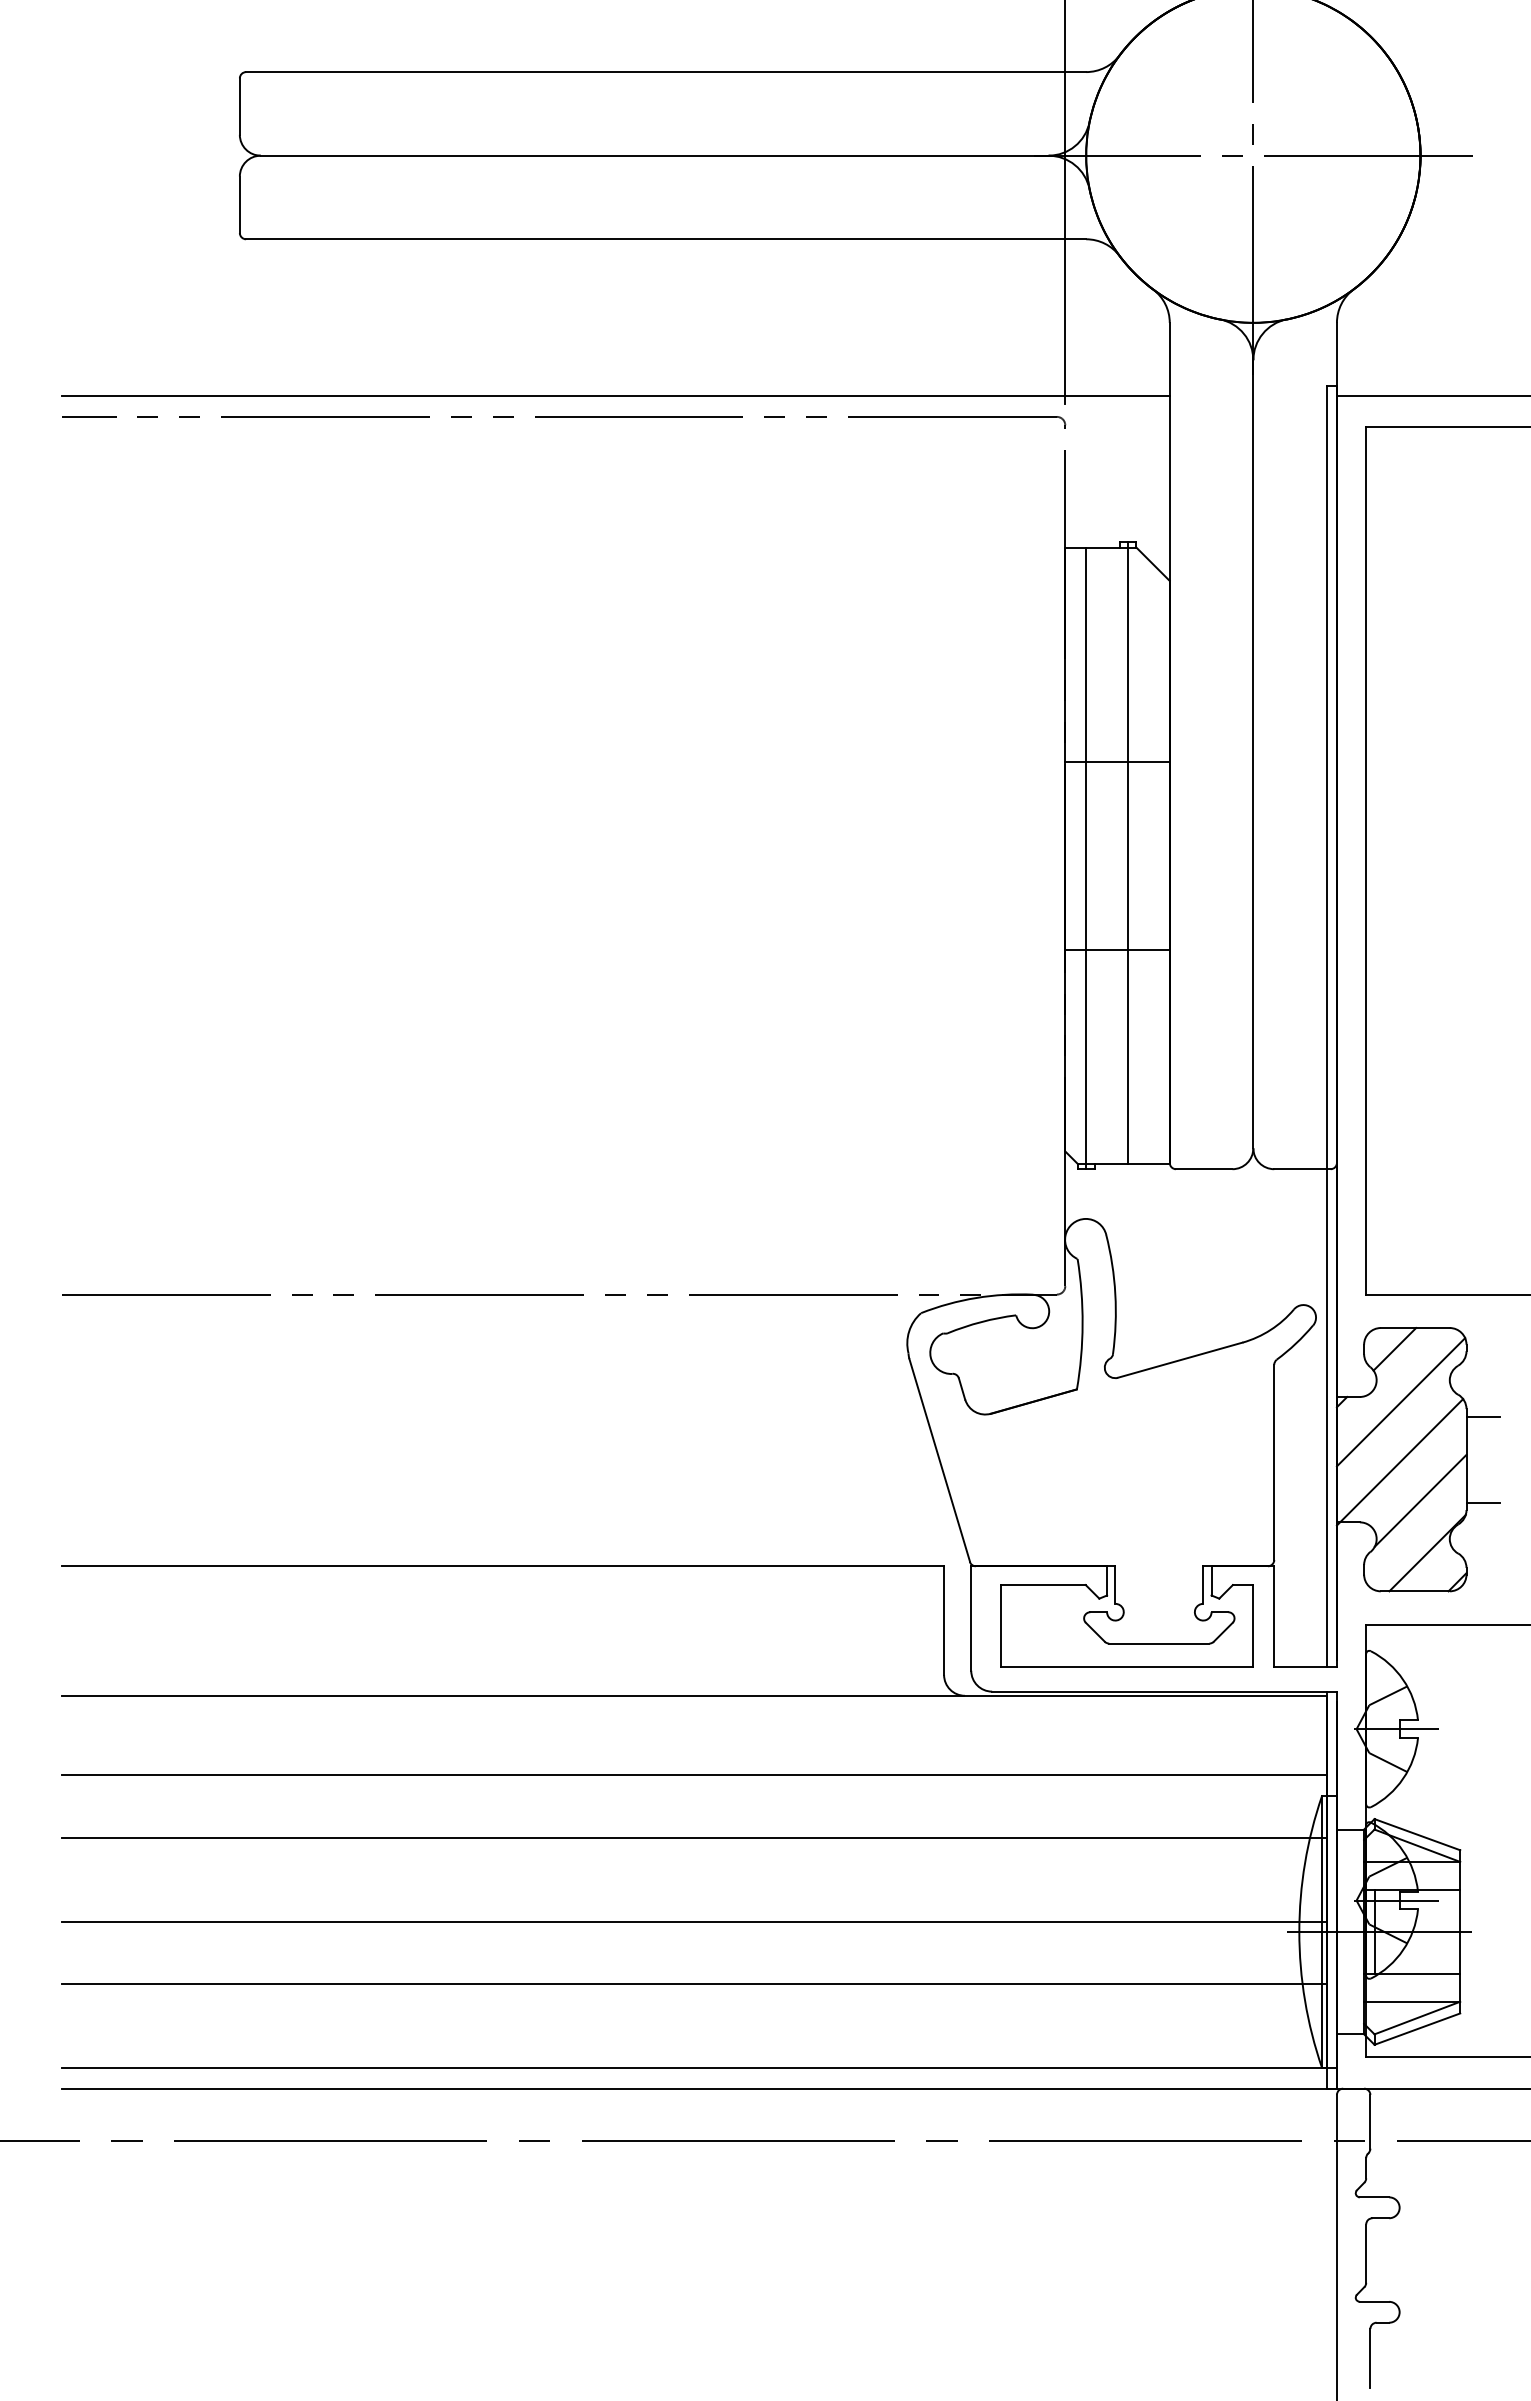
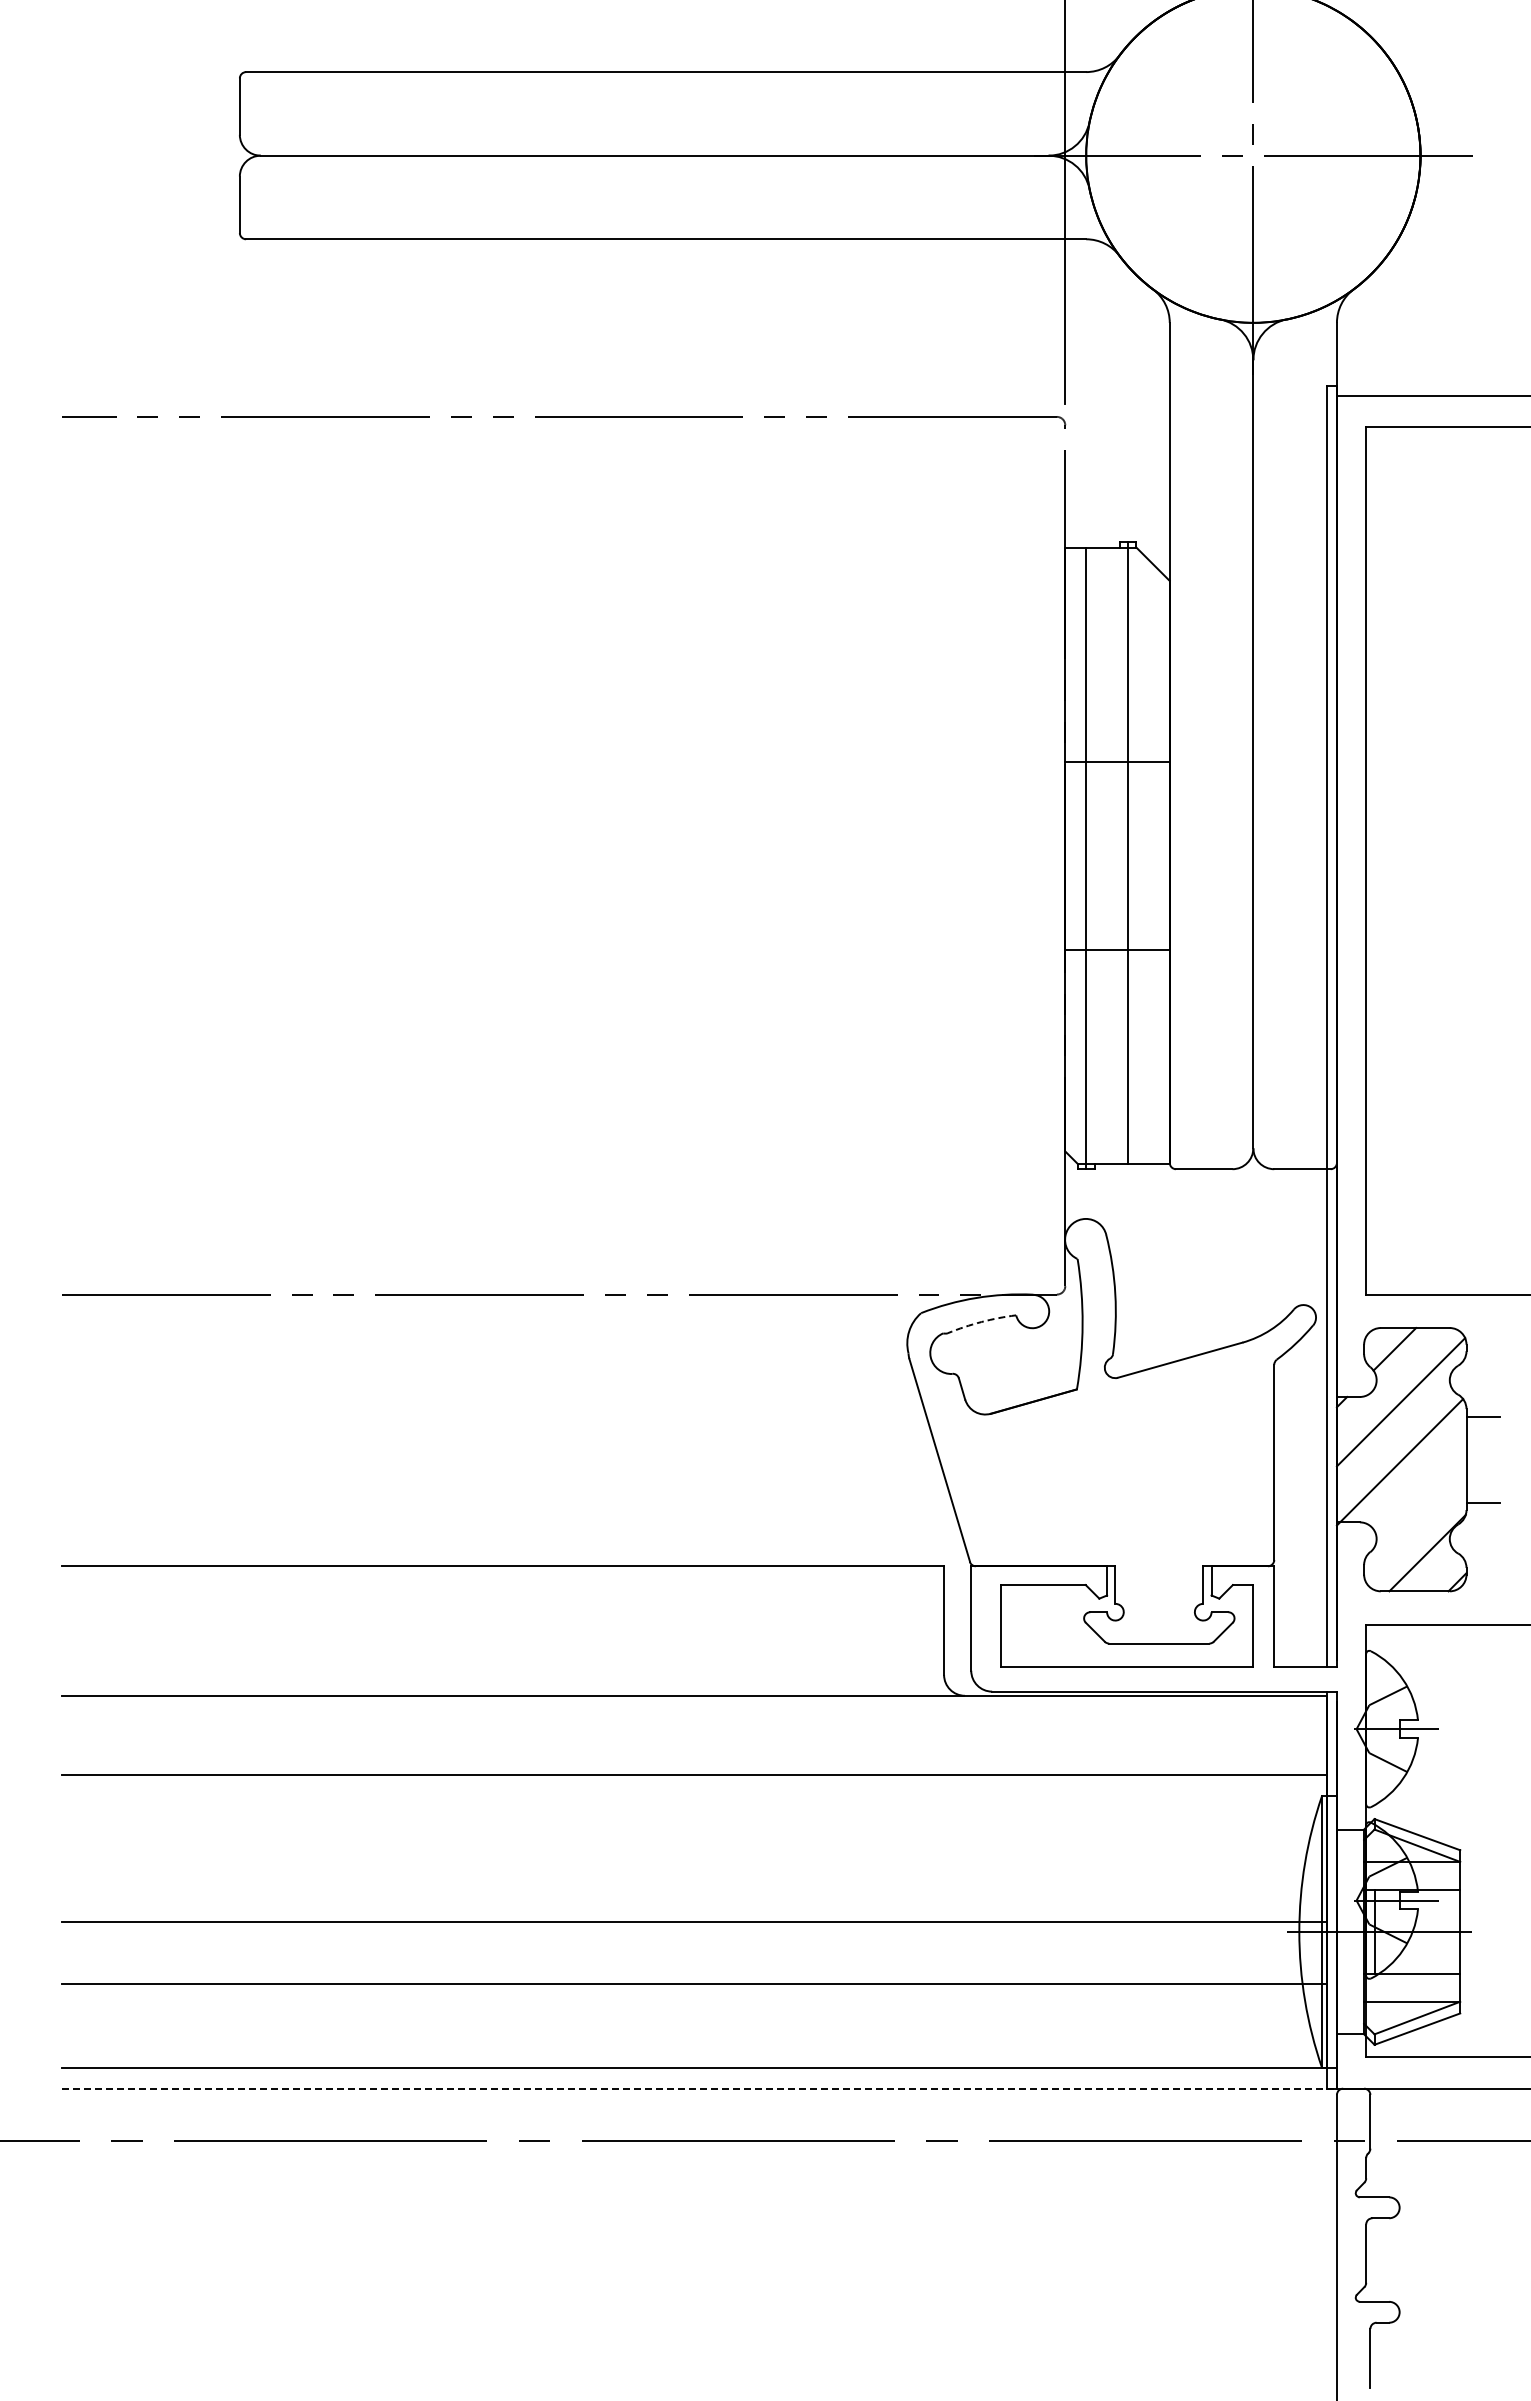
line at (615, 396): present -> none
arc at (981, 1322): solid -> dashed
line at (1420, 1500): present -> none
line at (693, 1837): present -> none
line at (699, 2088): solid -> dashed
